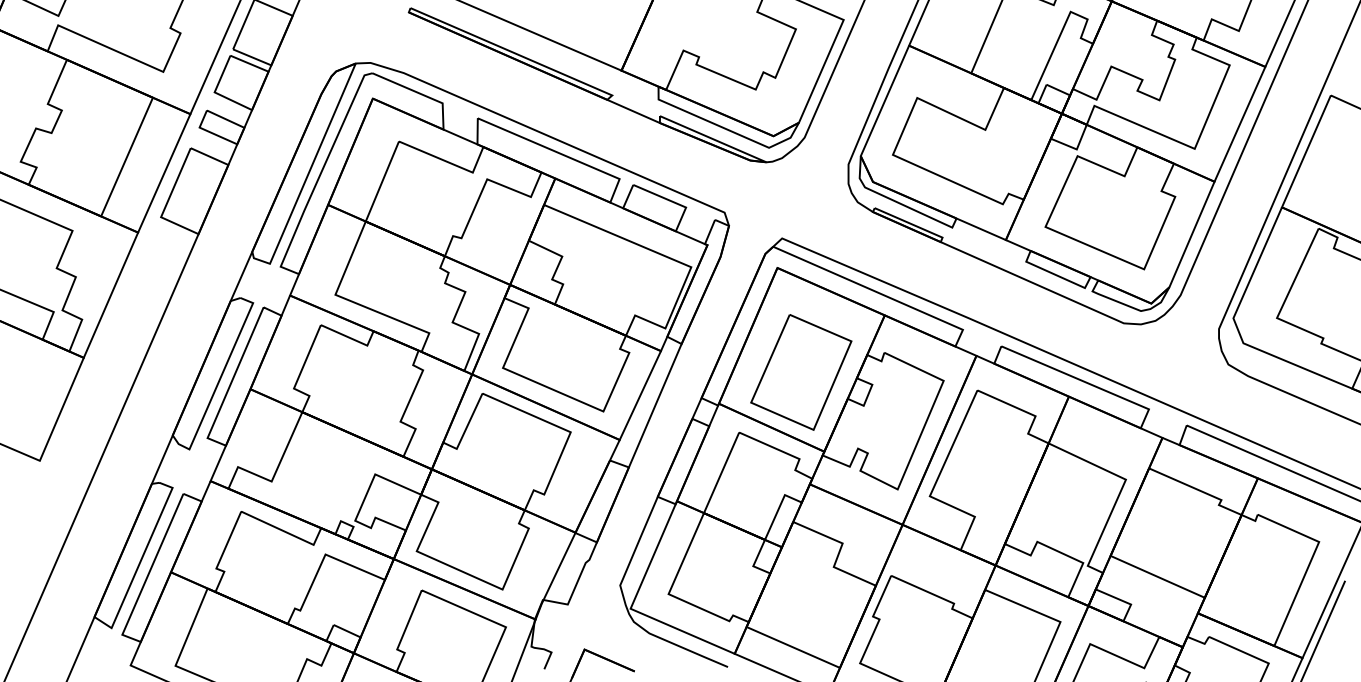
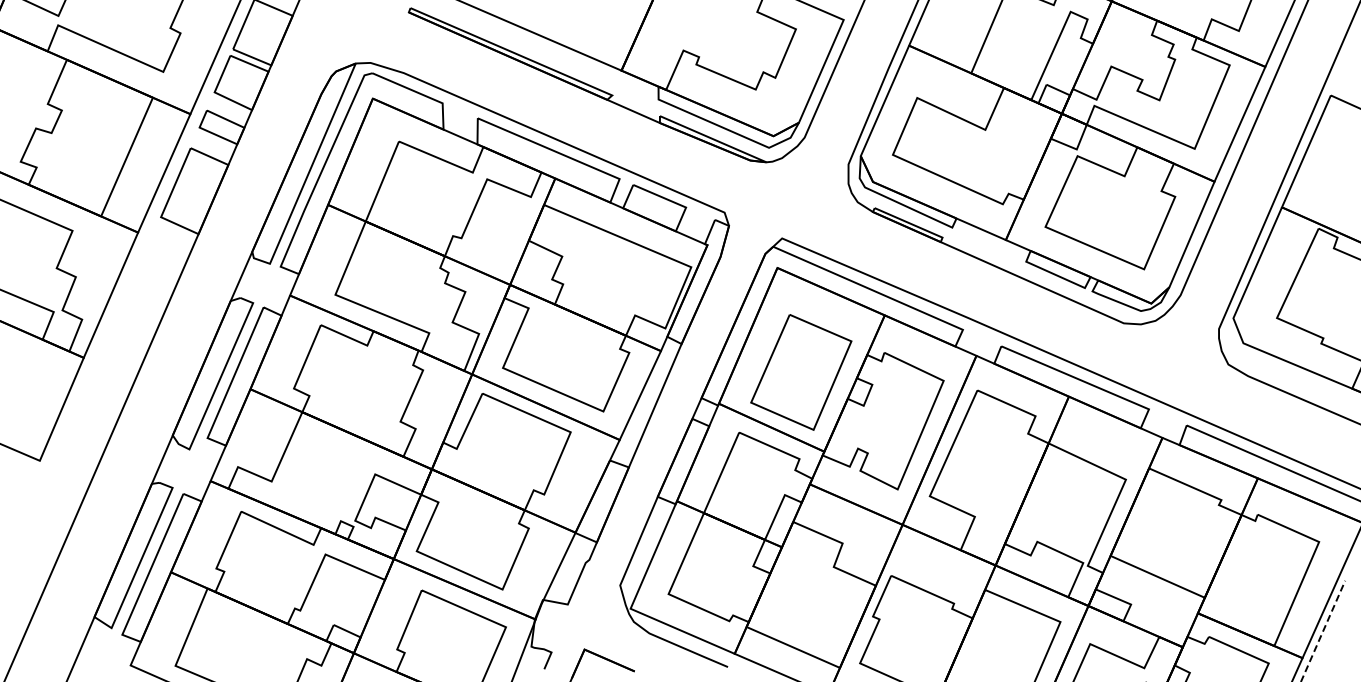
line at (1323, 630): solid -> dashed
